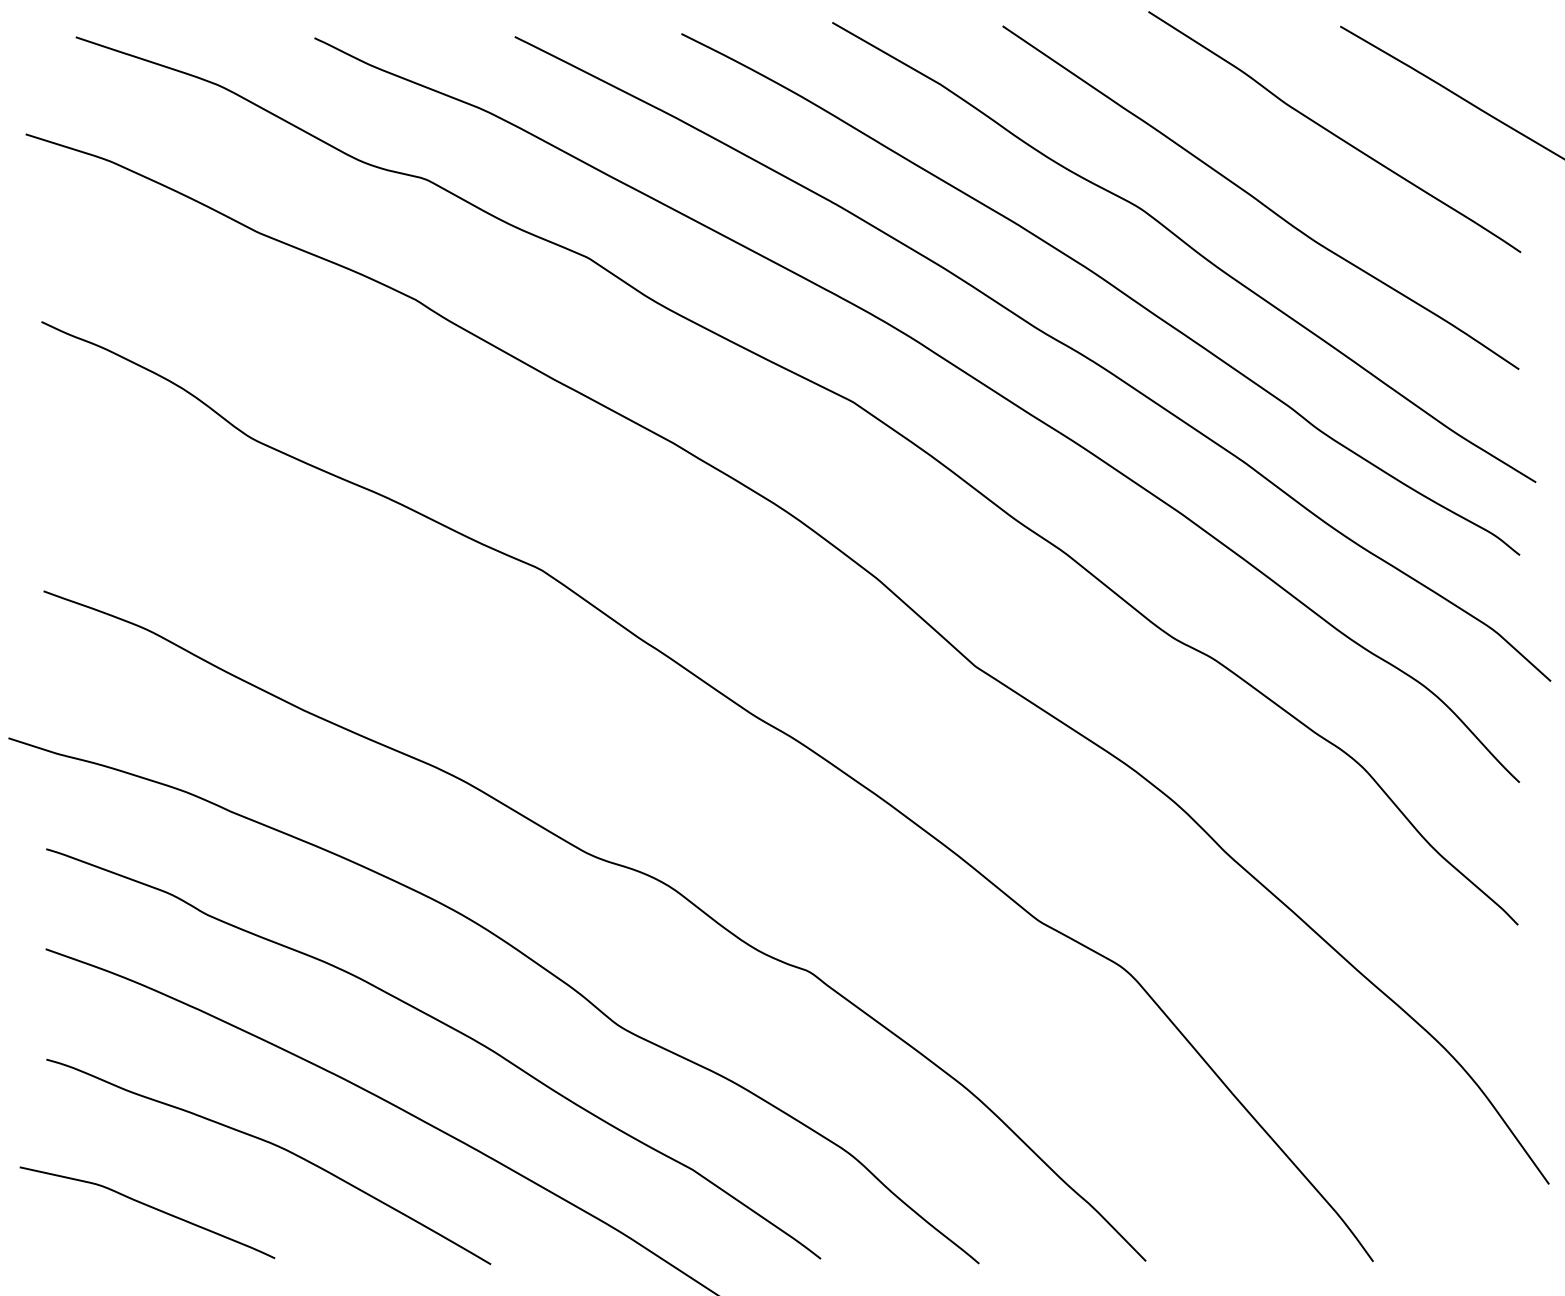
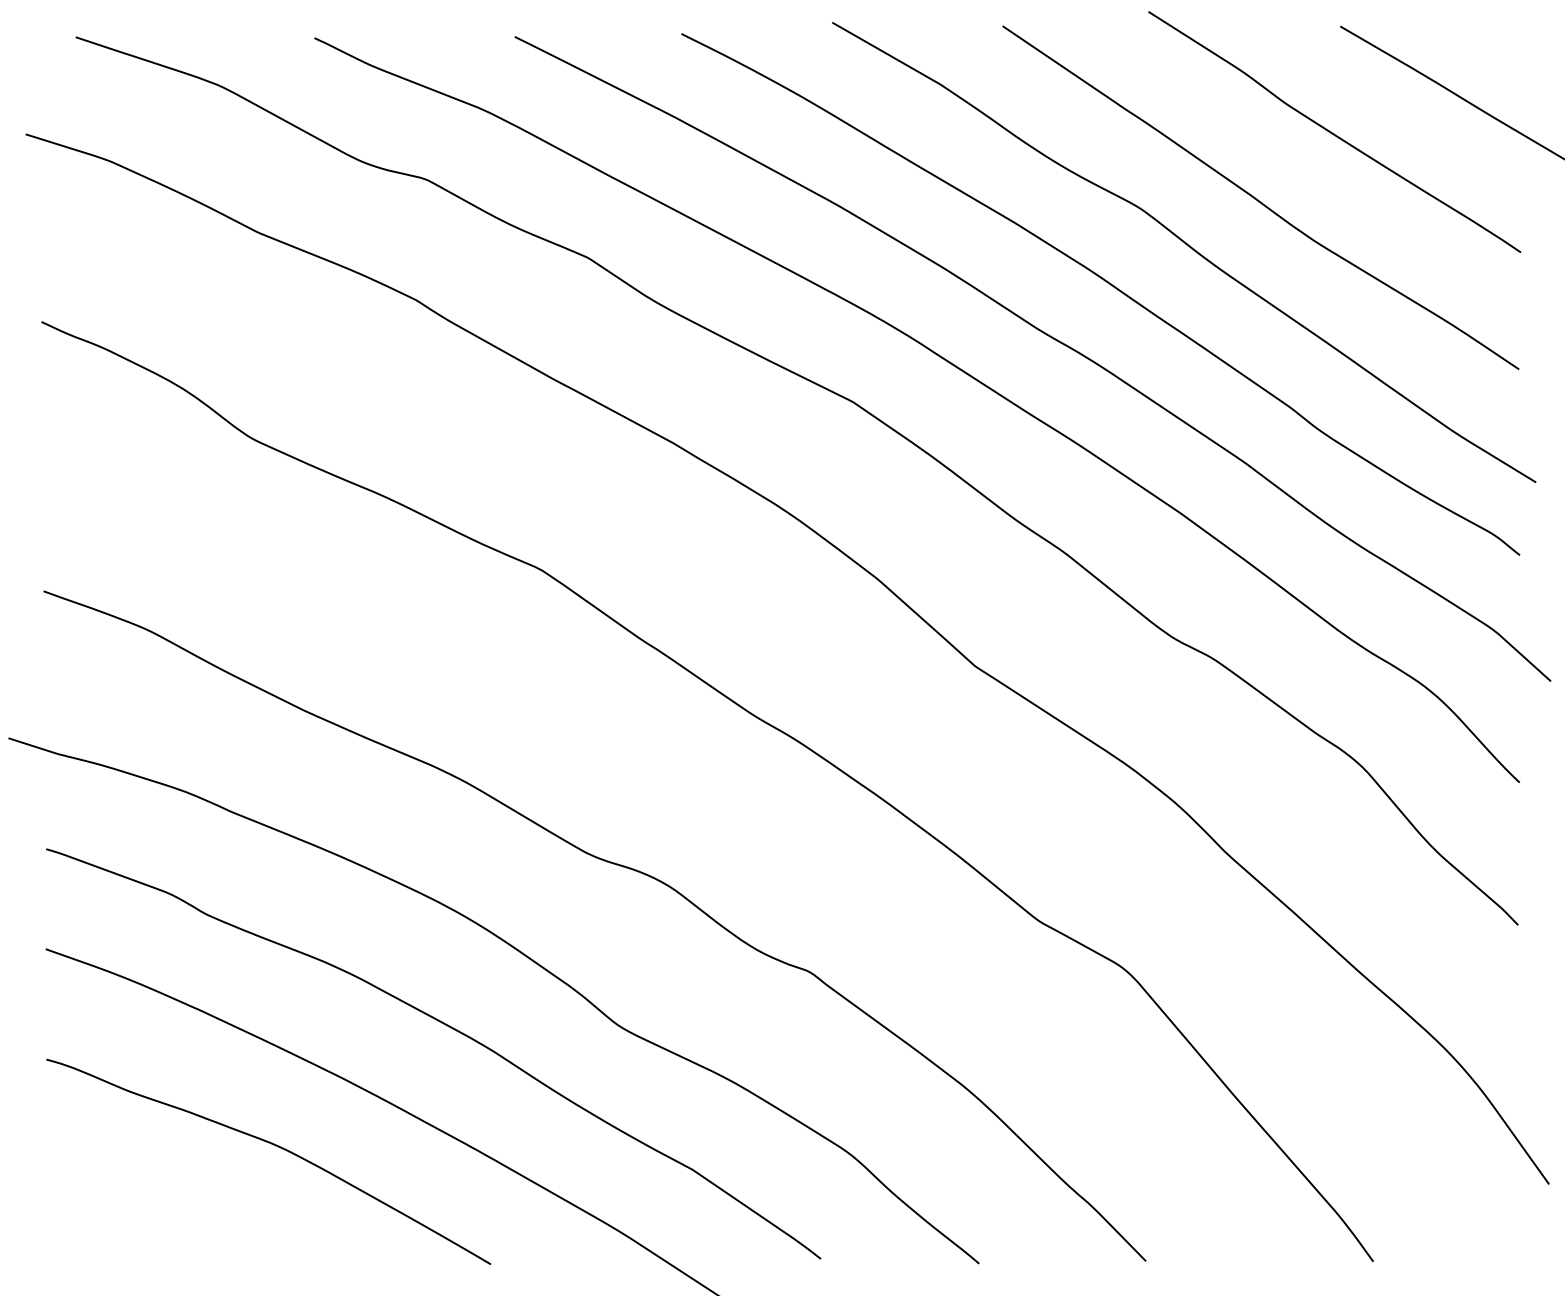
curve at (149, 1207): present -> none
